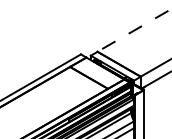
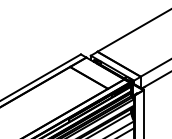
line at (134, 30): dashed -> solid
